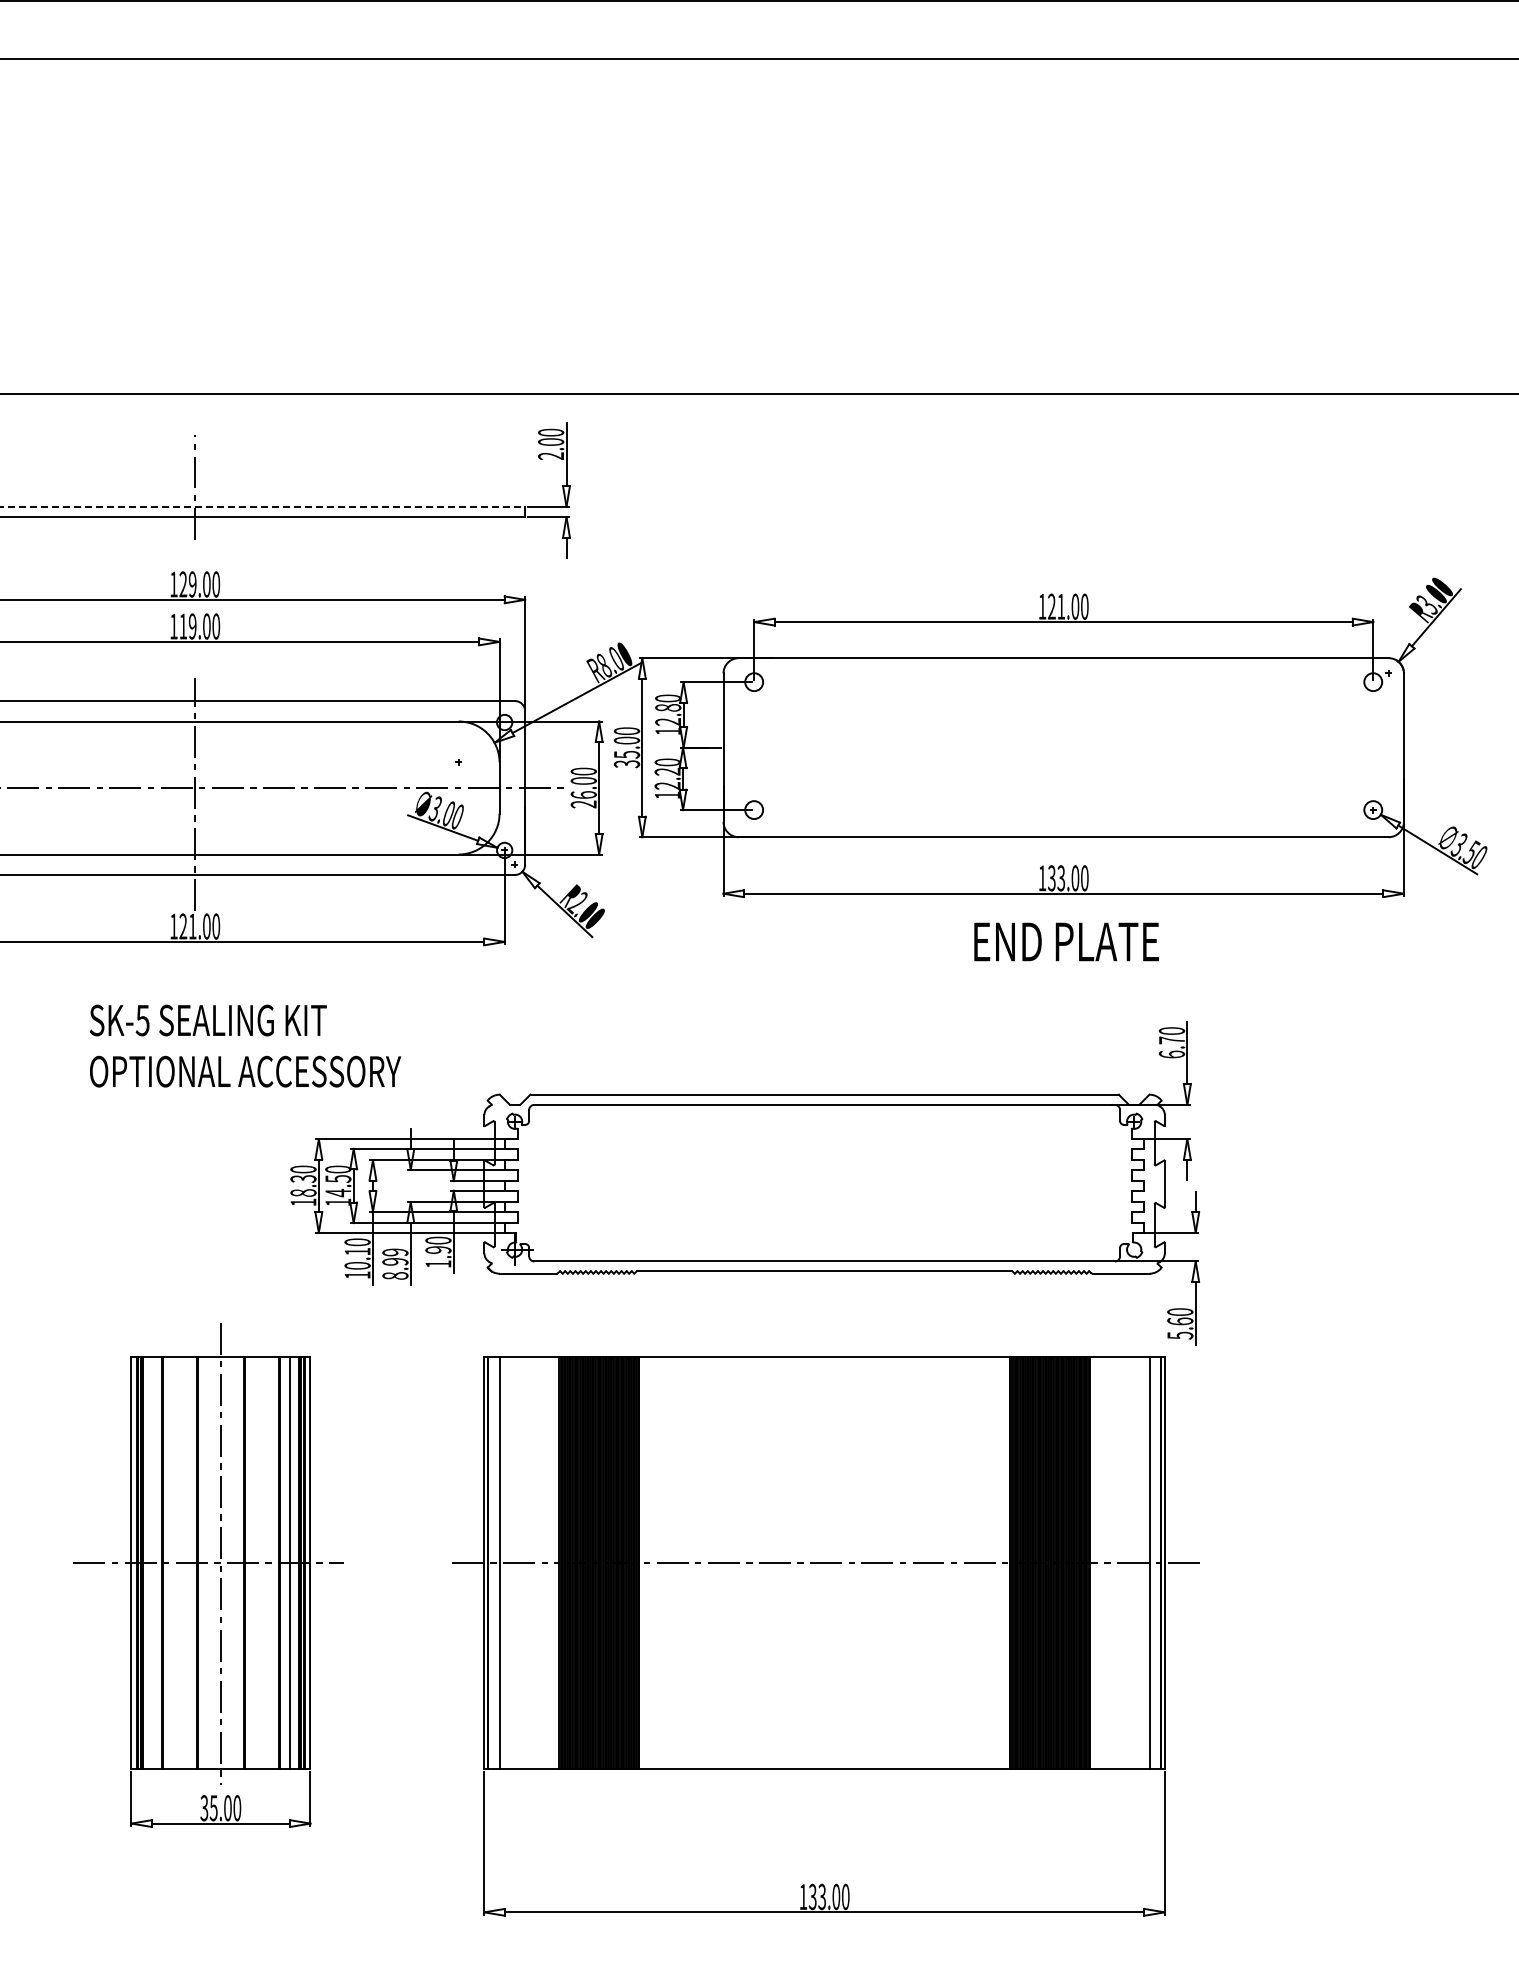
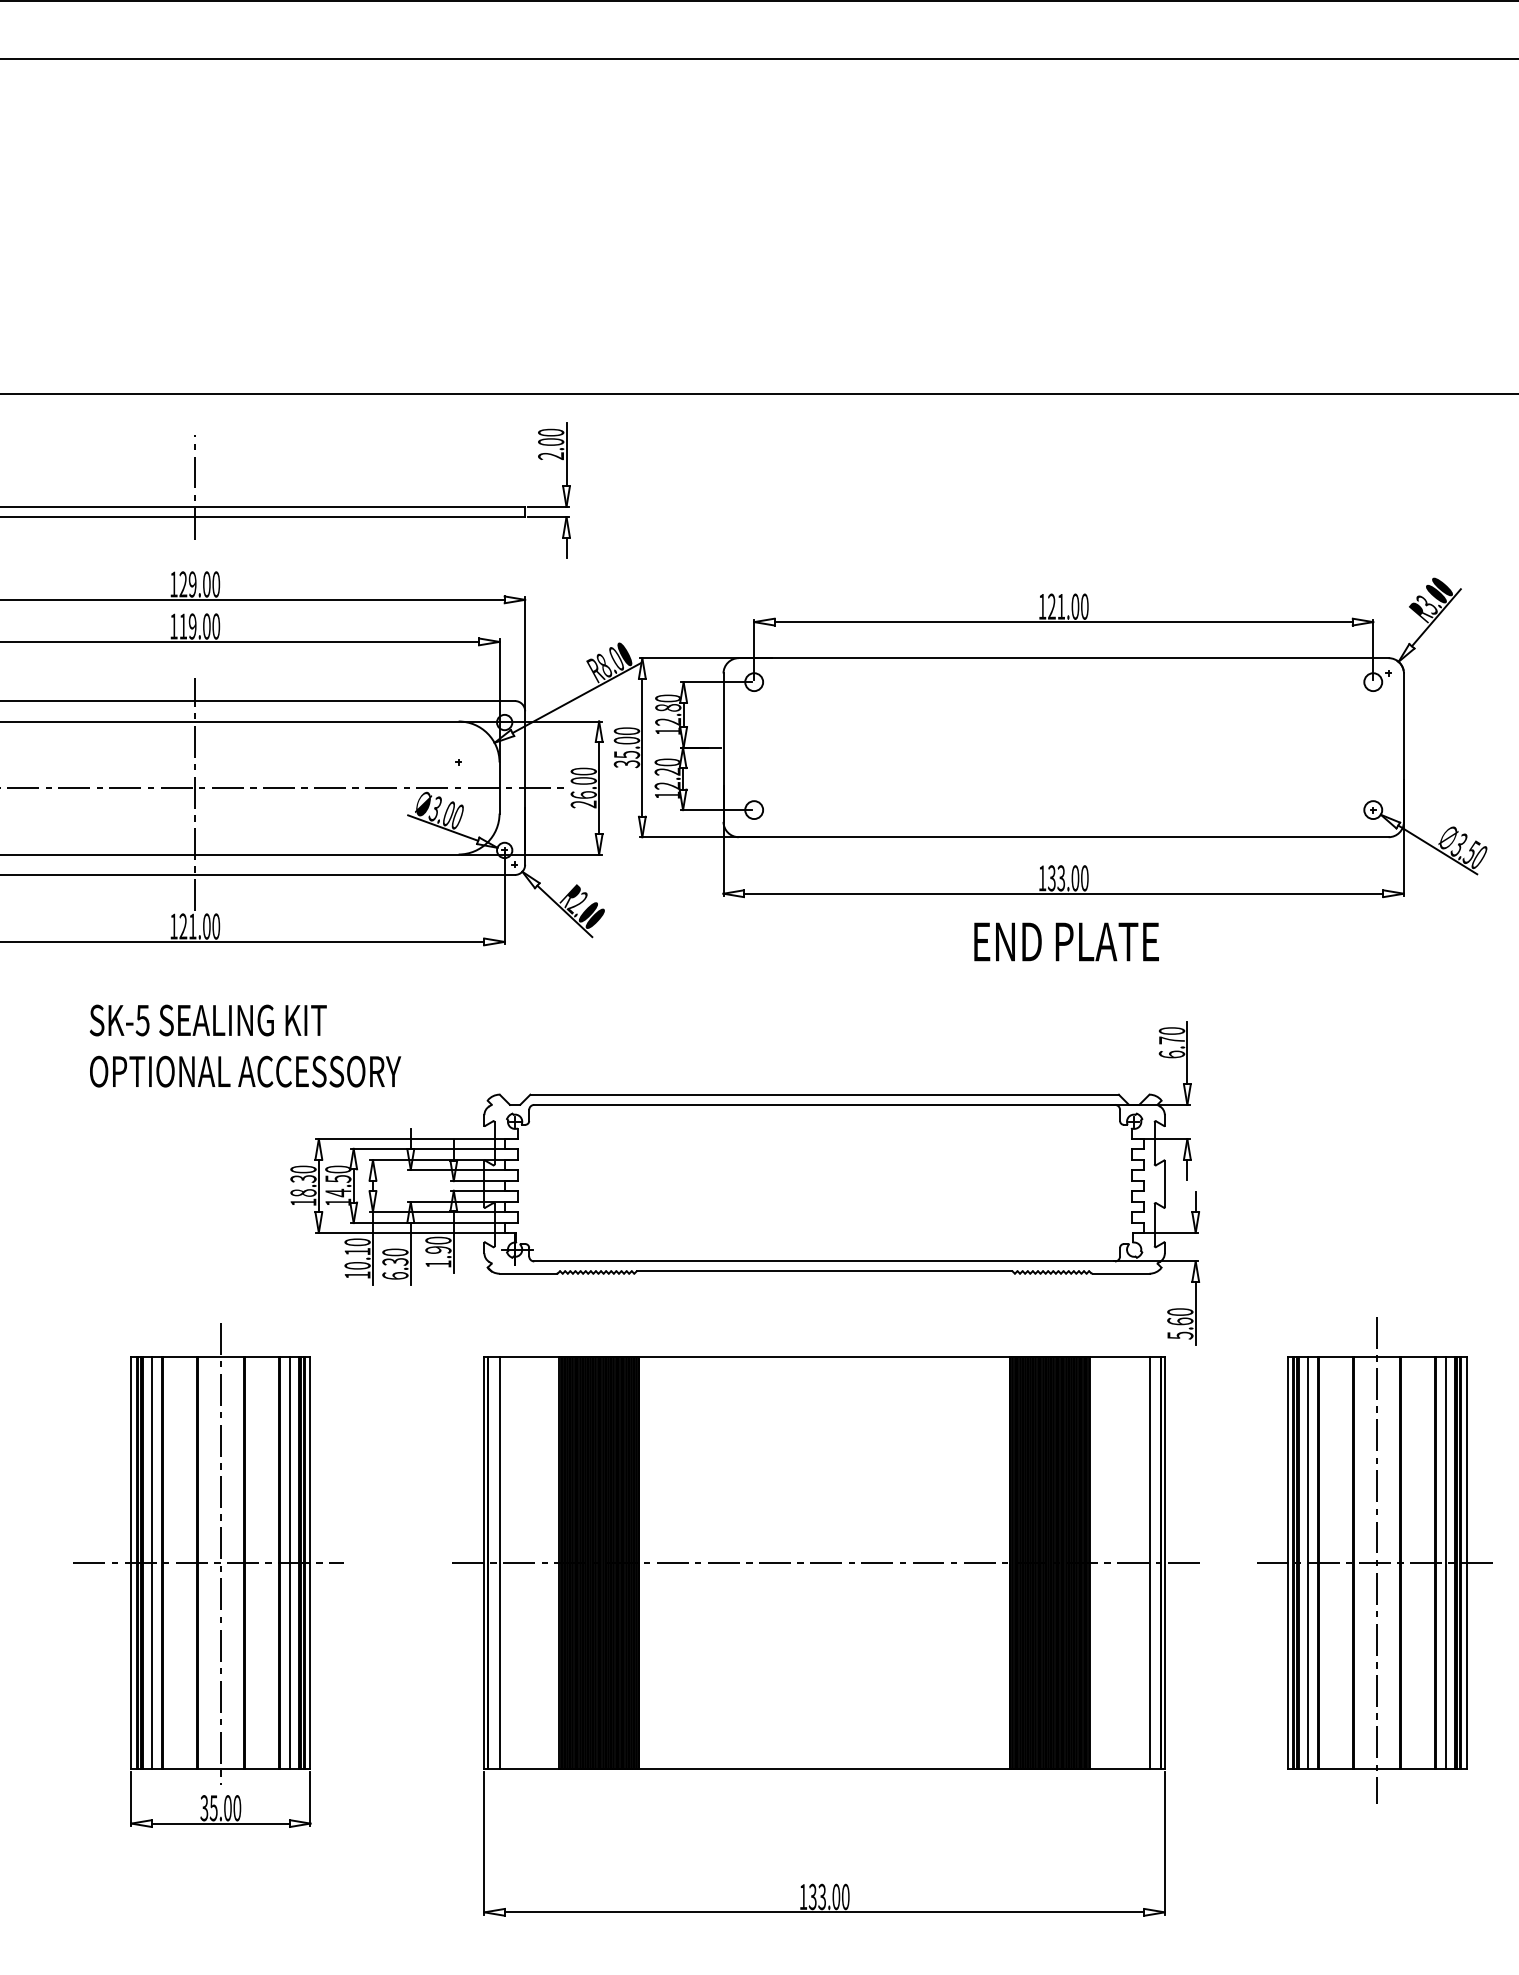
line at (263, 506): dashed -> solid
text at (395, 1263): 8.99 -> 6.30
part at (1374, 1560): none -> present
line at (151, 1563): none -> present
